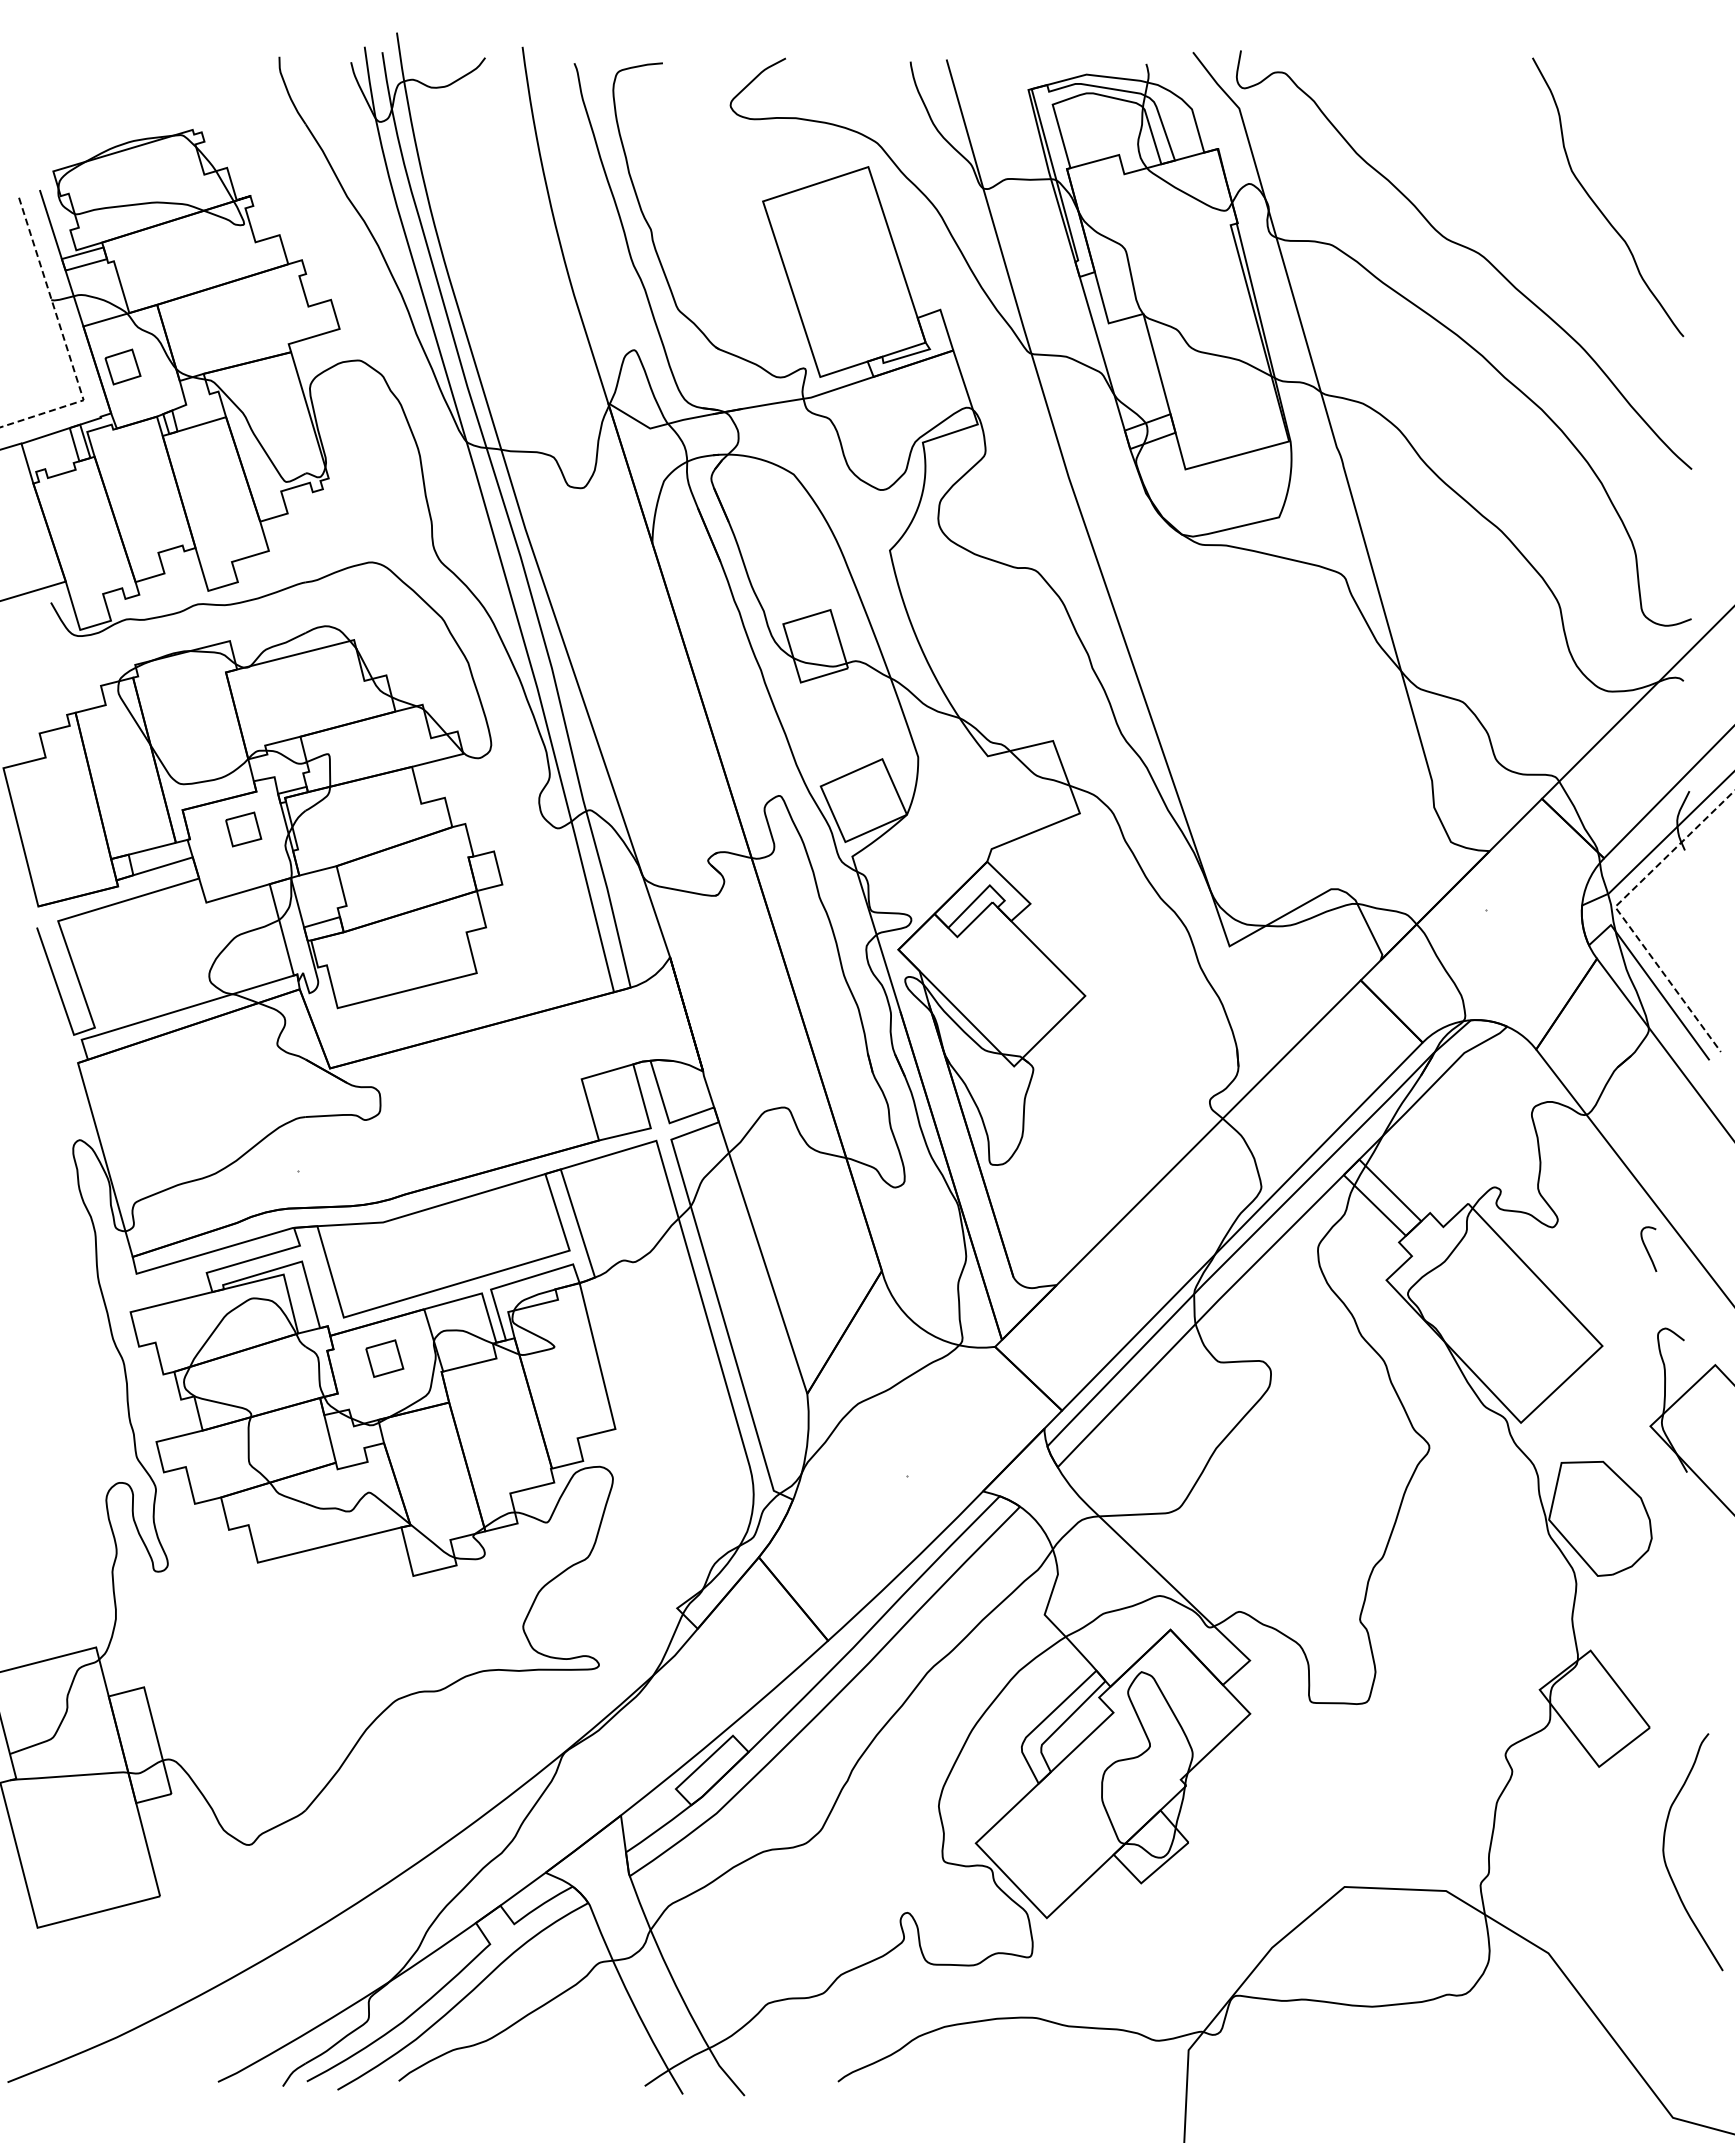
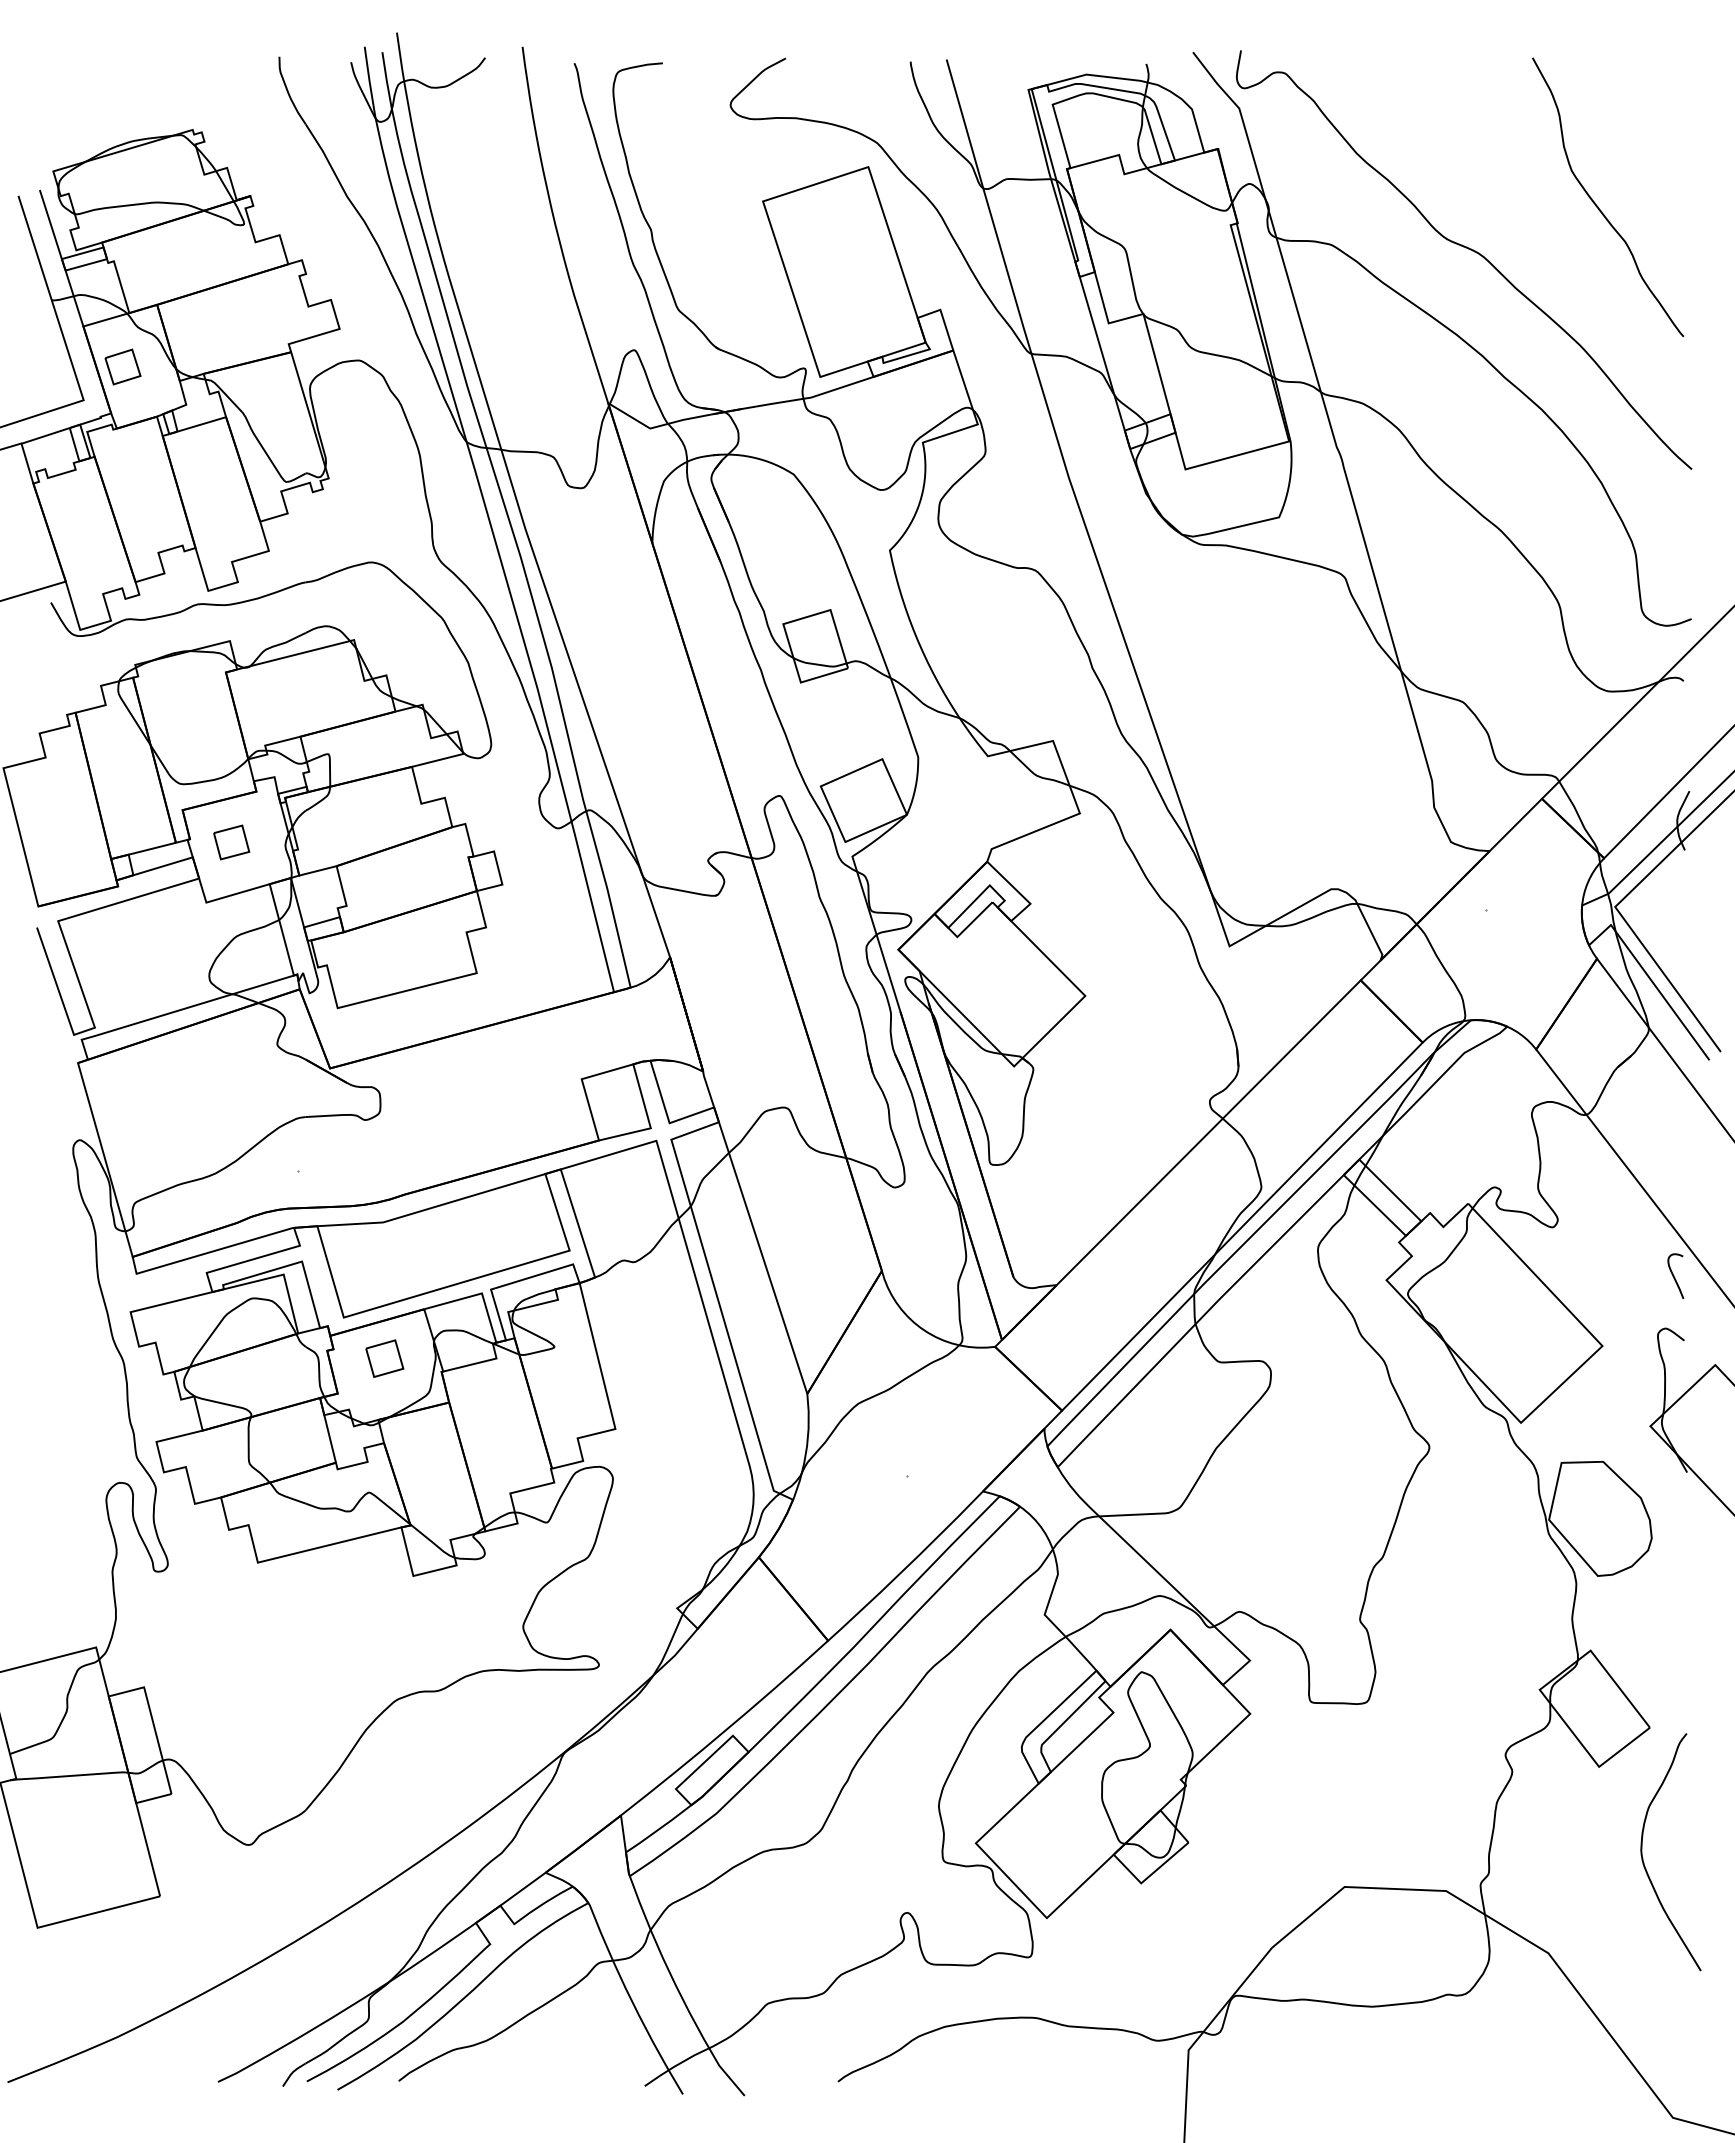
line at (64, 340): dashed -> solid
part at (243, 829) position: (243, 829) -> (231, 842)
line at (1618, 911): dashed -> solid
curve at (1647, 1248) position: (1647, 1248) -> (1674, 1275)
curve at (1665, 1858) position: (1665, 1858) -> (1643, 1858)
